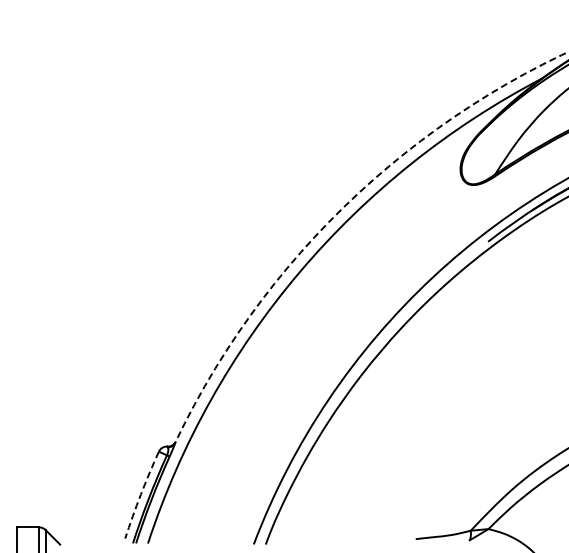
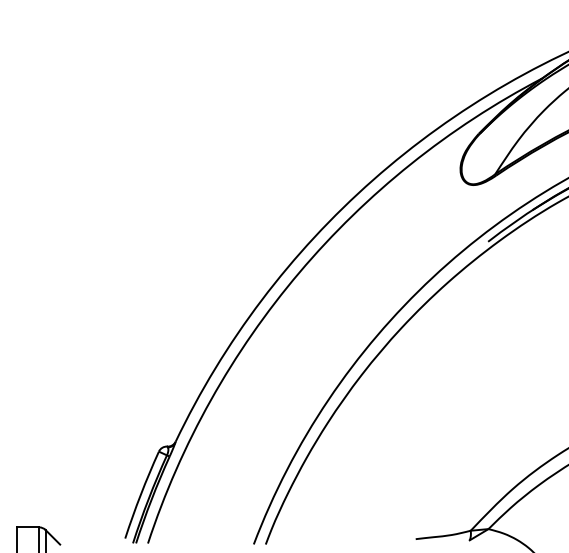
arc at (339, 211): dashed -> solid
arc at (140, 494): dashed -> solid
